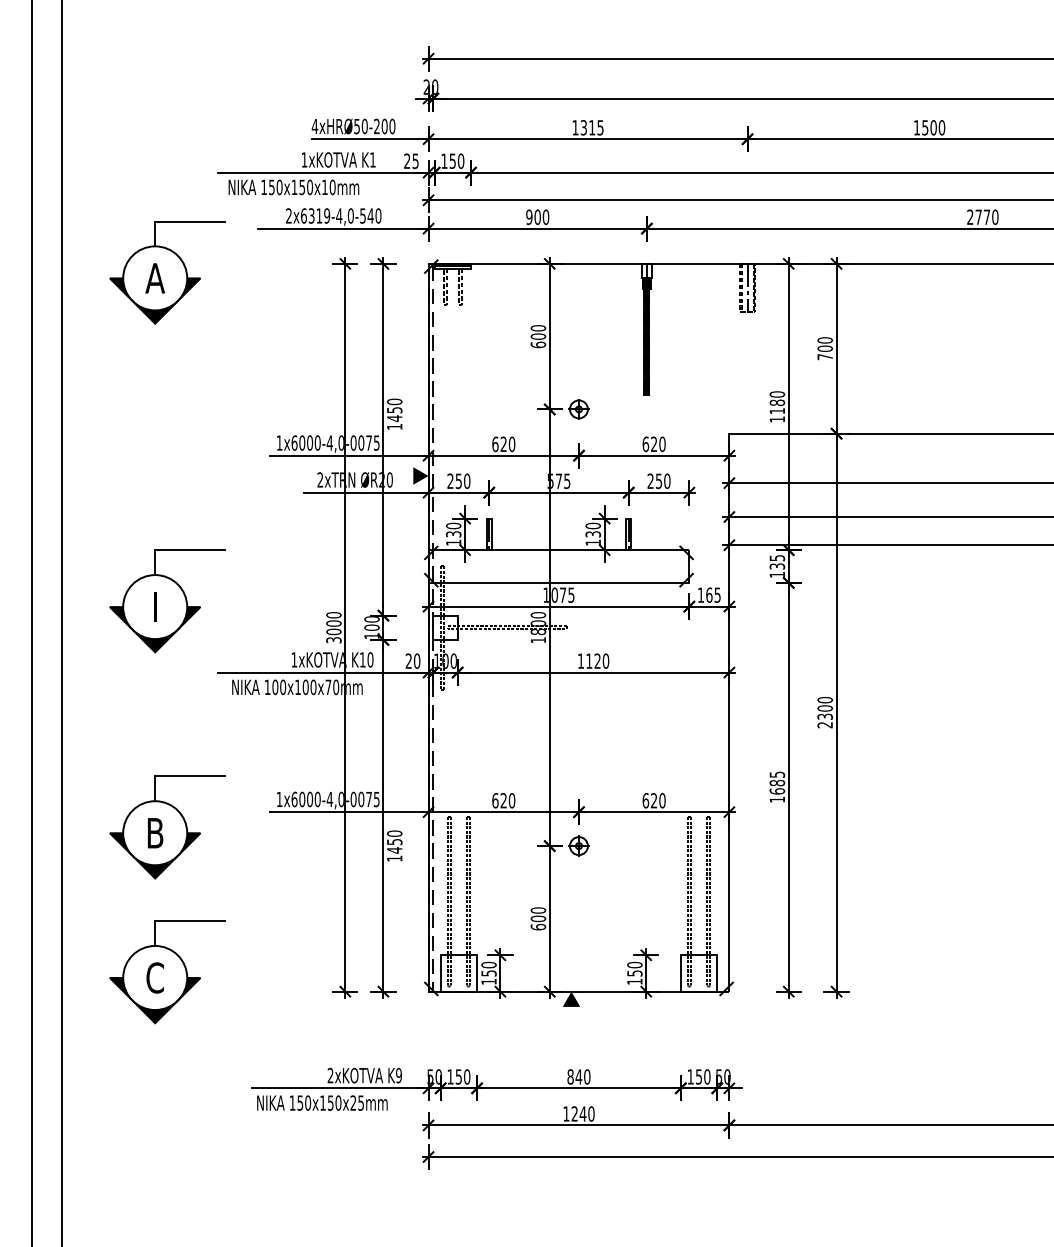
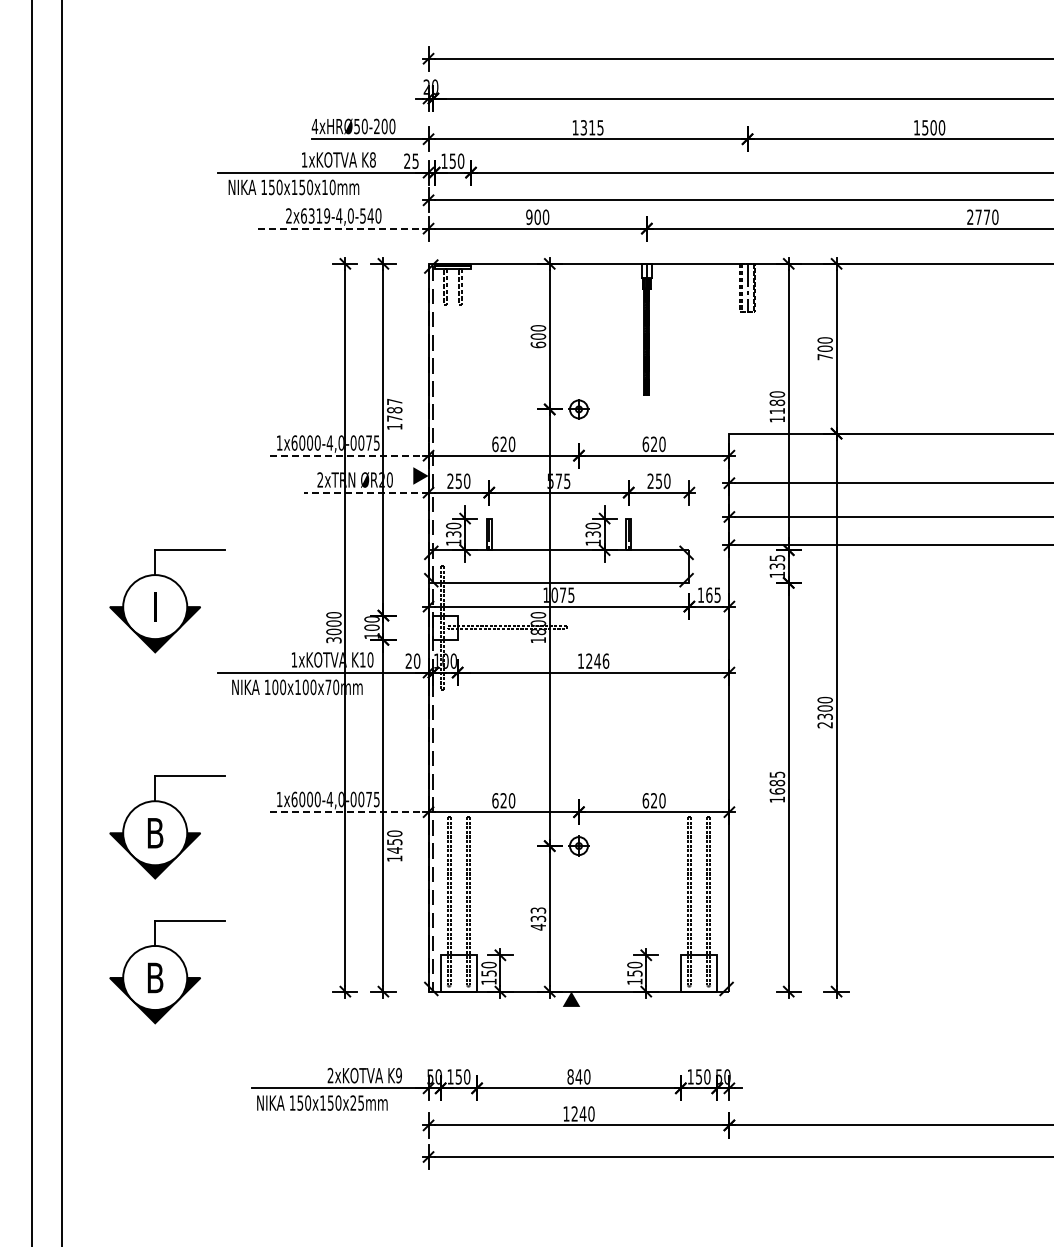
text at (372, 159): K1 -> K8
line at (343, 228): solid -> dashed
part at (167, 272): present -> none
text at (394, 409): 1450 -> 1787
line at (349, 455): solid -> dashed
line at (365, 492): solid -> dashed
text at (597, 660): 1120 -> 1246
line at (349, 812): solid -> dashed
text at (538, 918): 600 -> 433
text at (154, 977): C -> B
